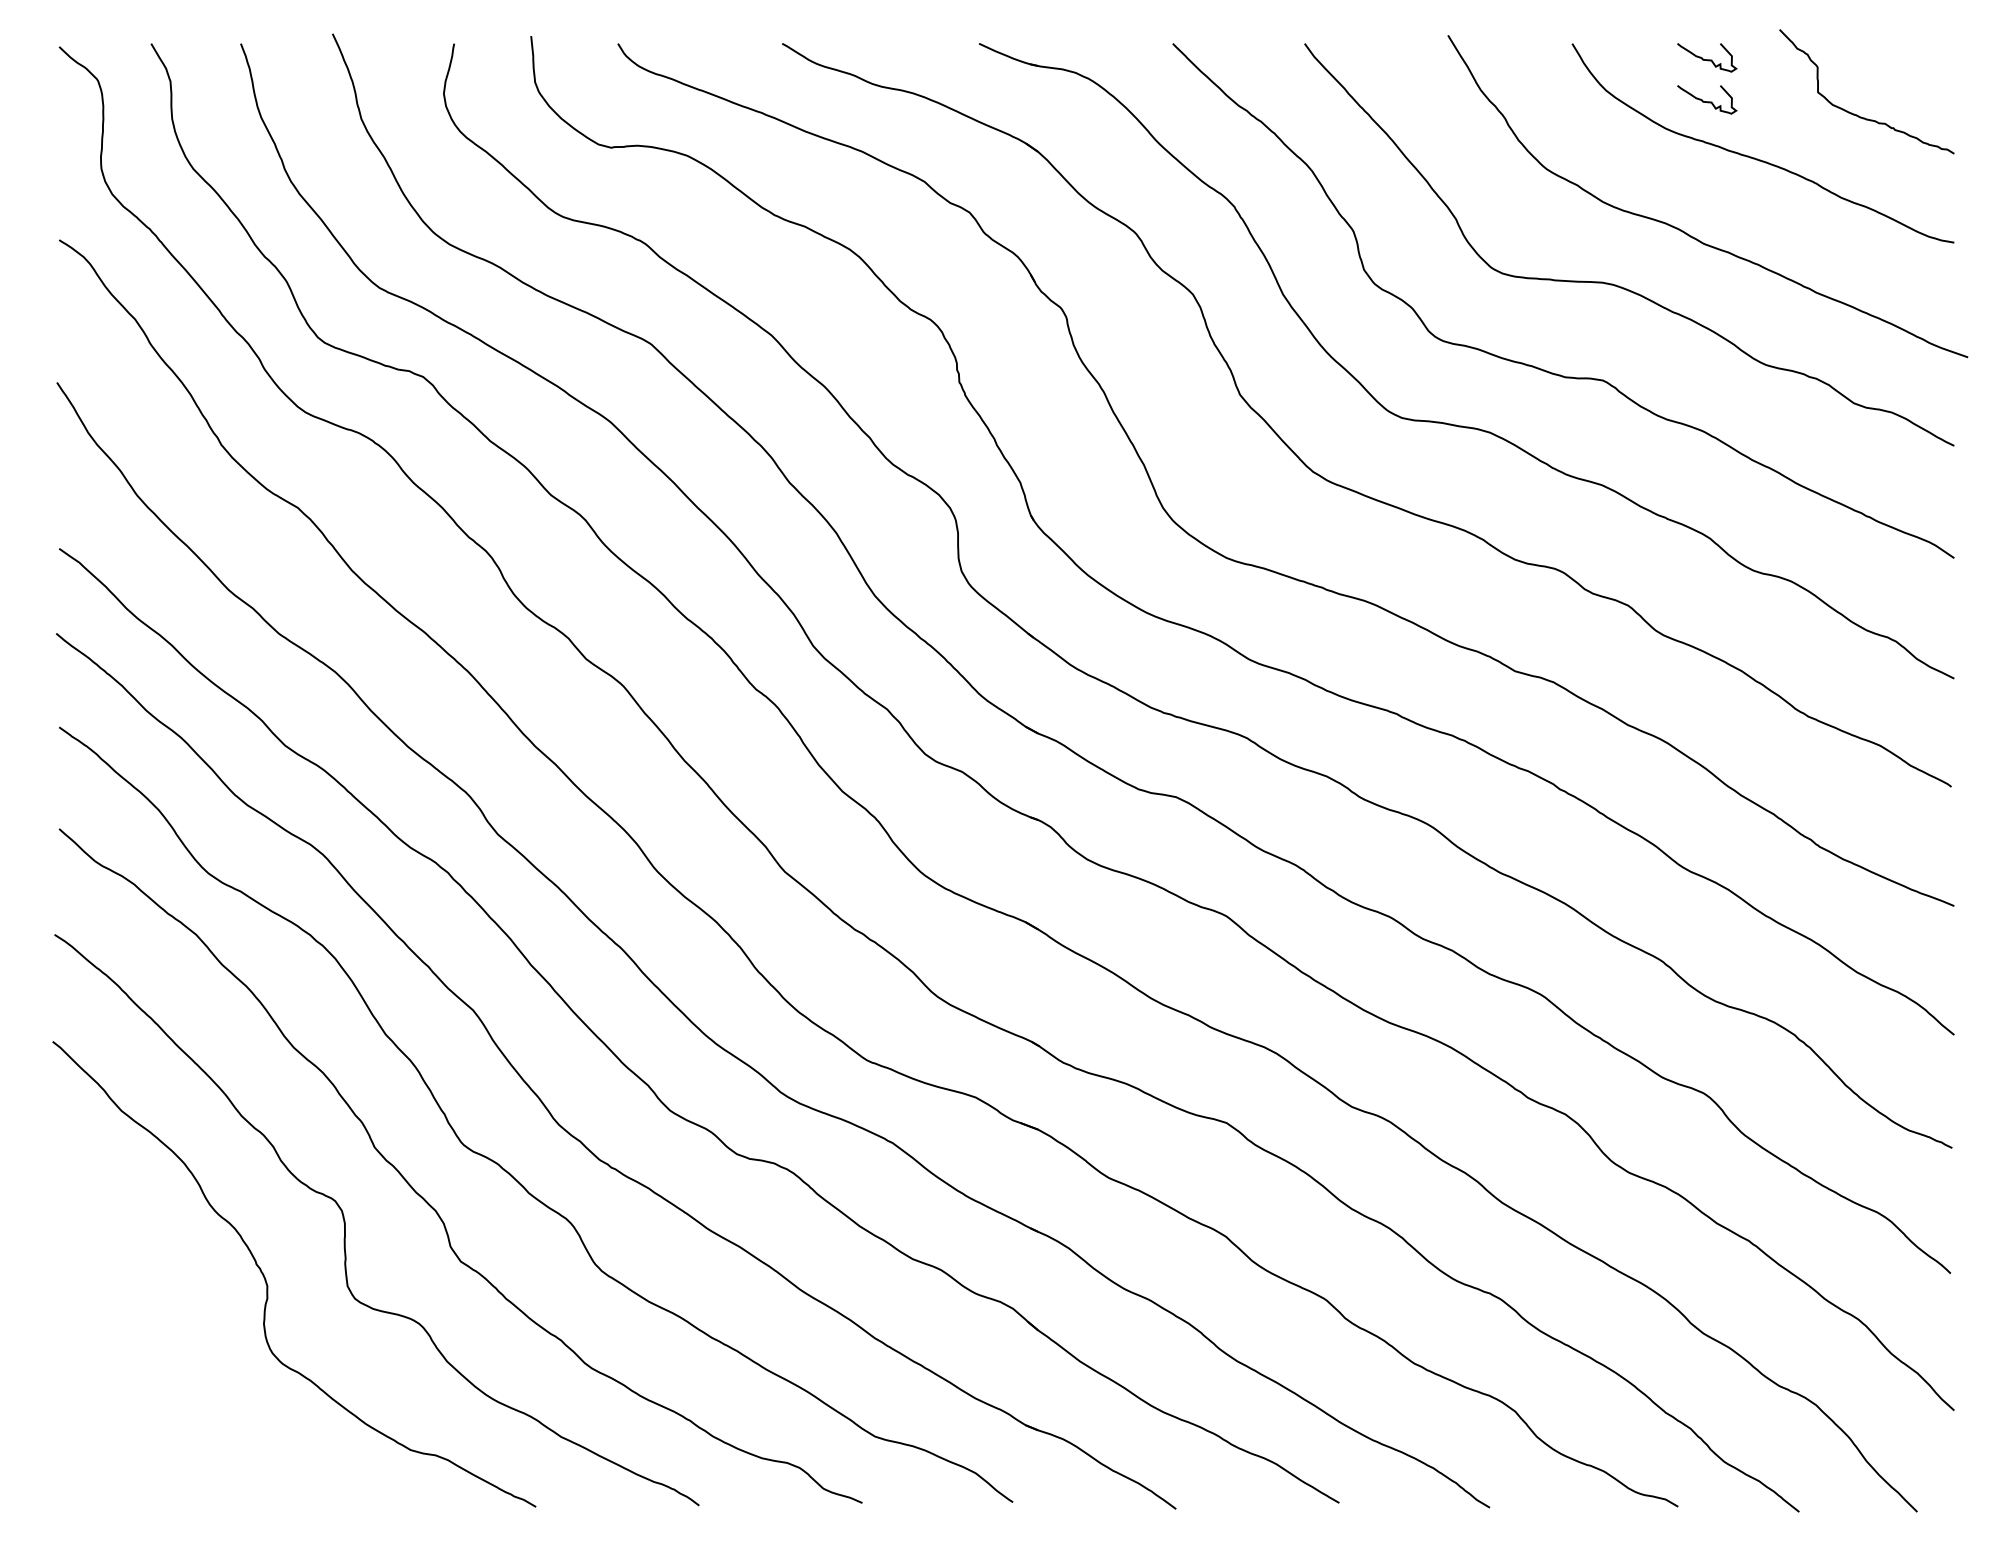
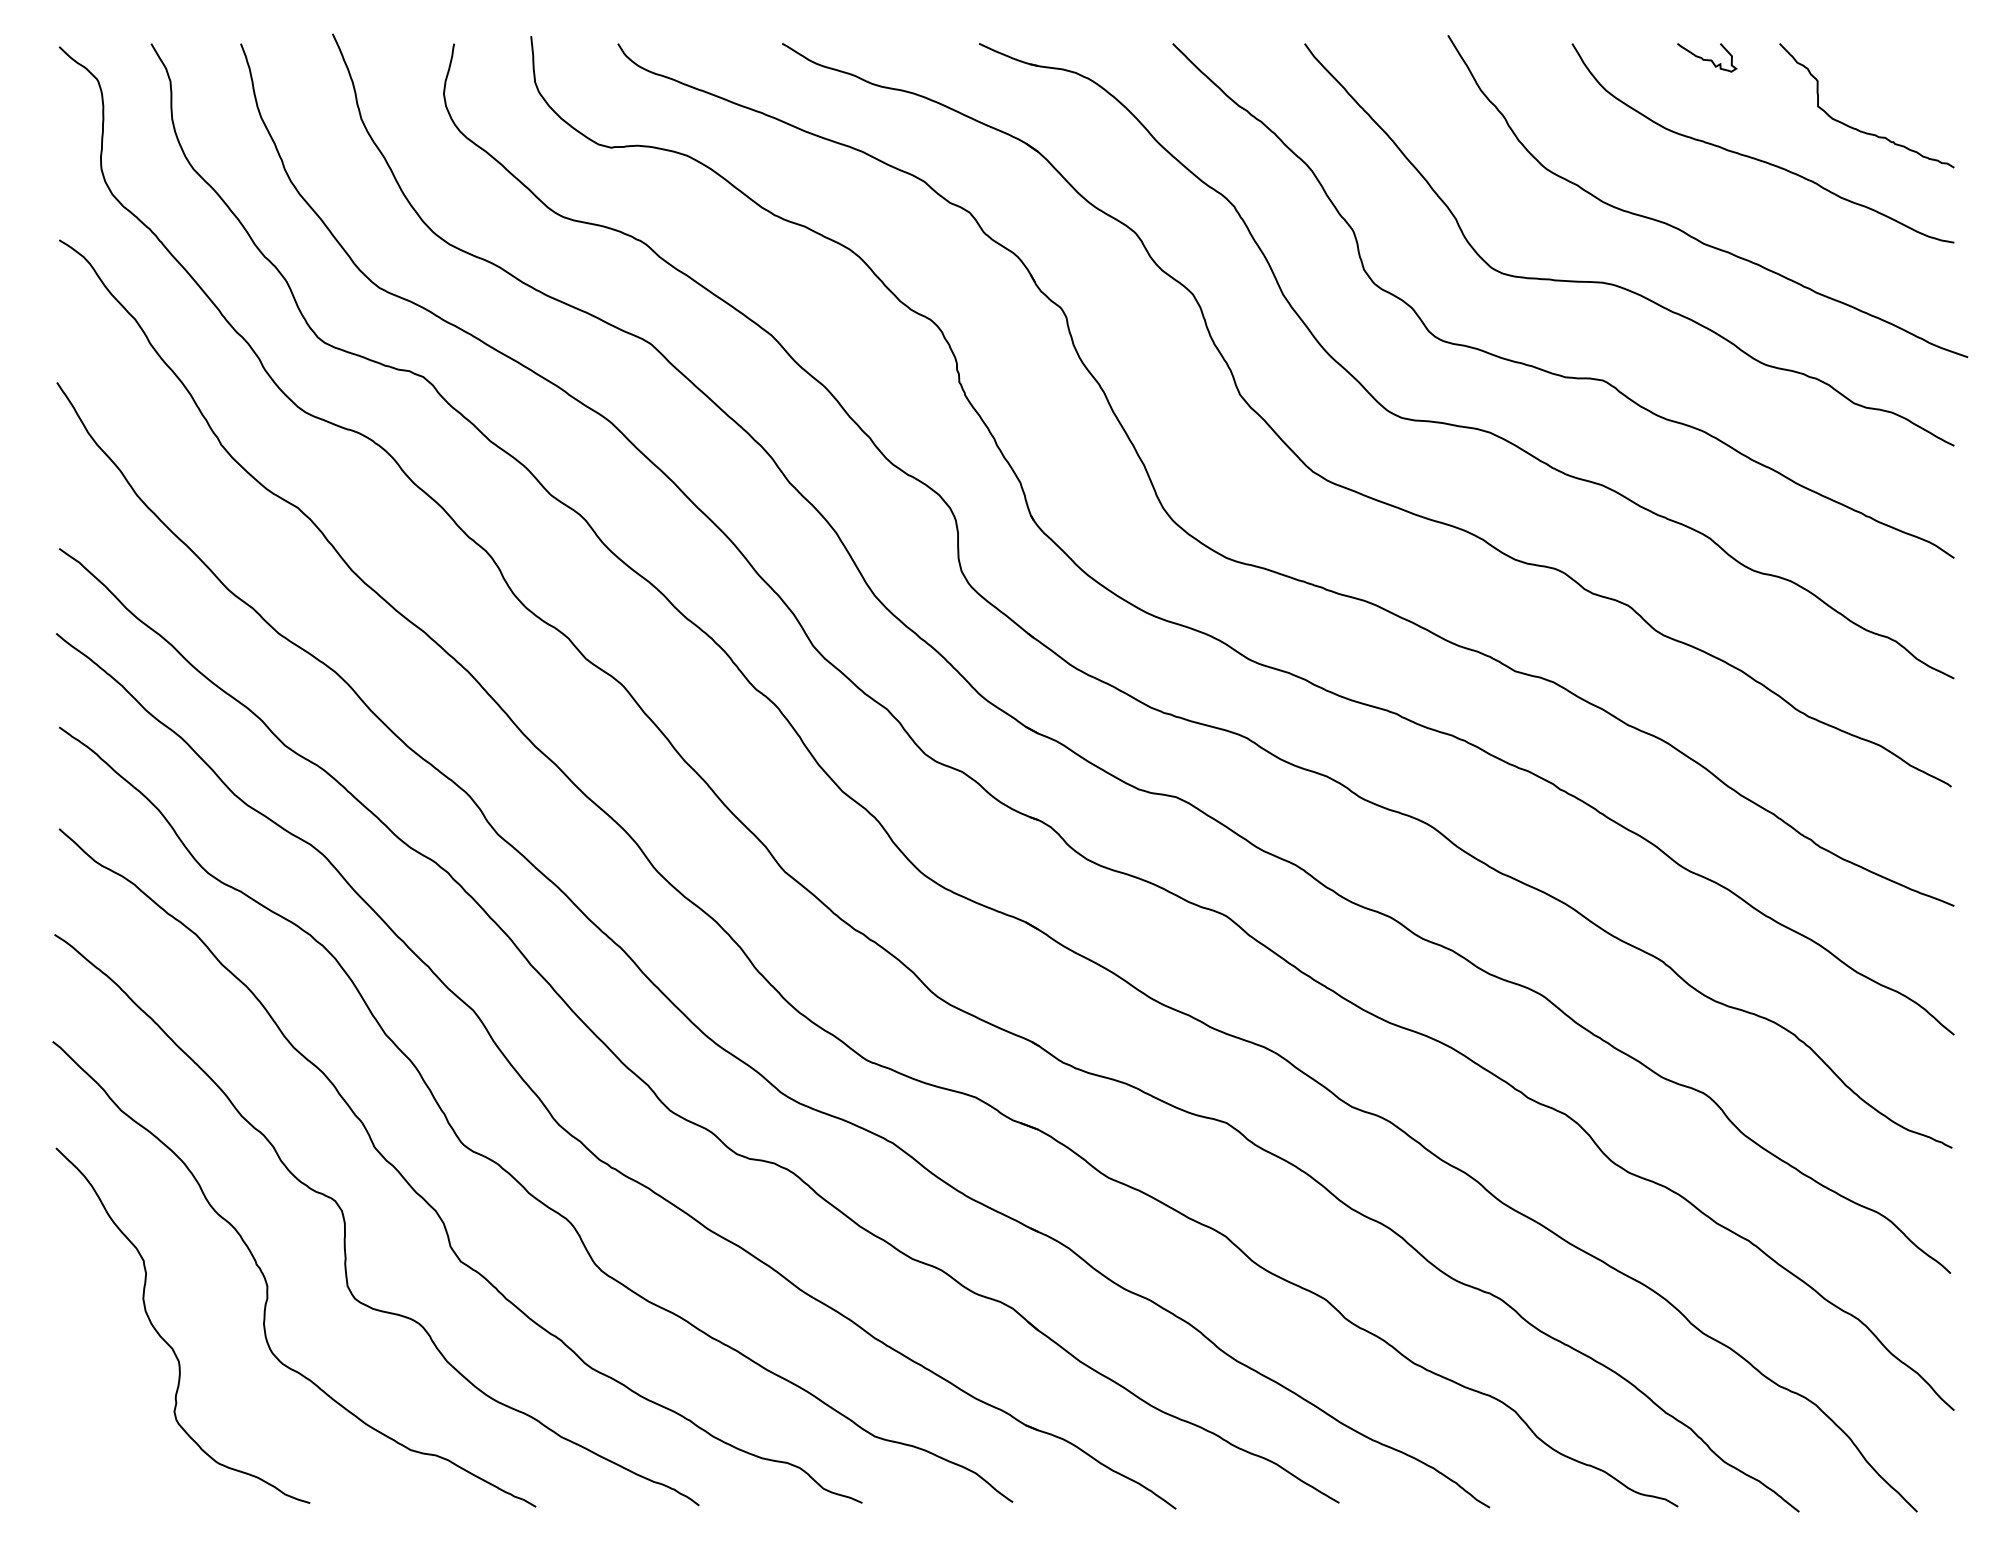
curve at (1707, 101): present -> none
curve at (1857, 114) position: (1857, 114) -> (1857, 128)
curve at (166, 1341): none -> present
